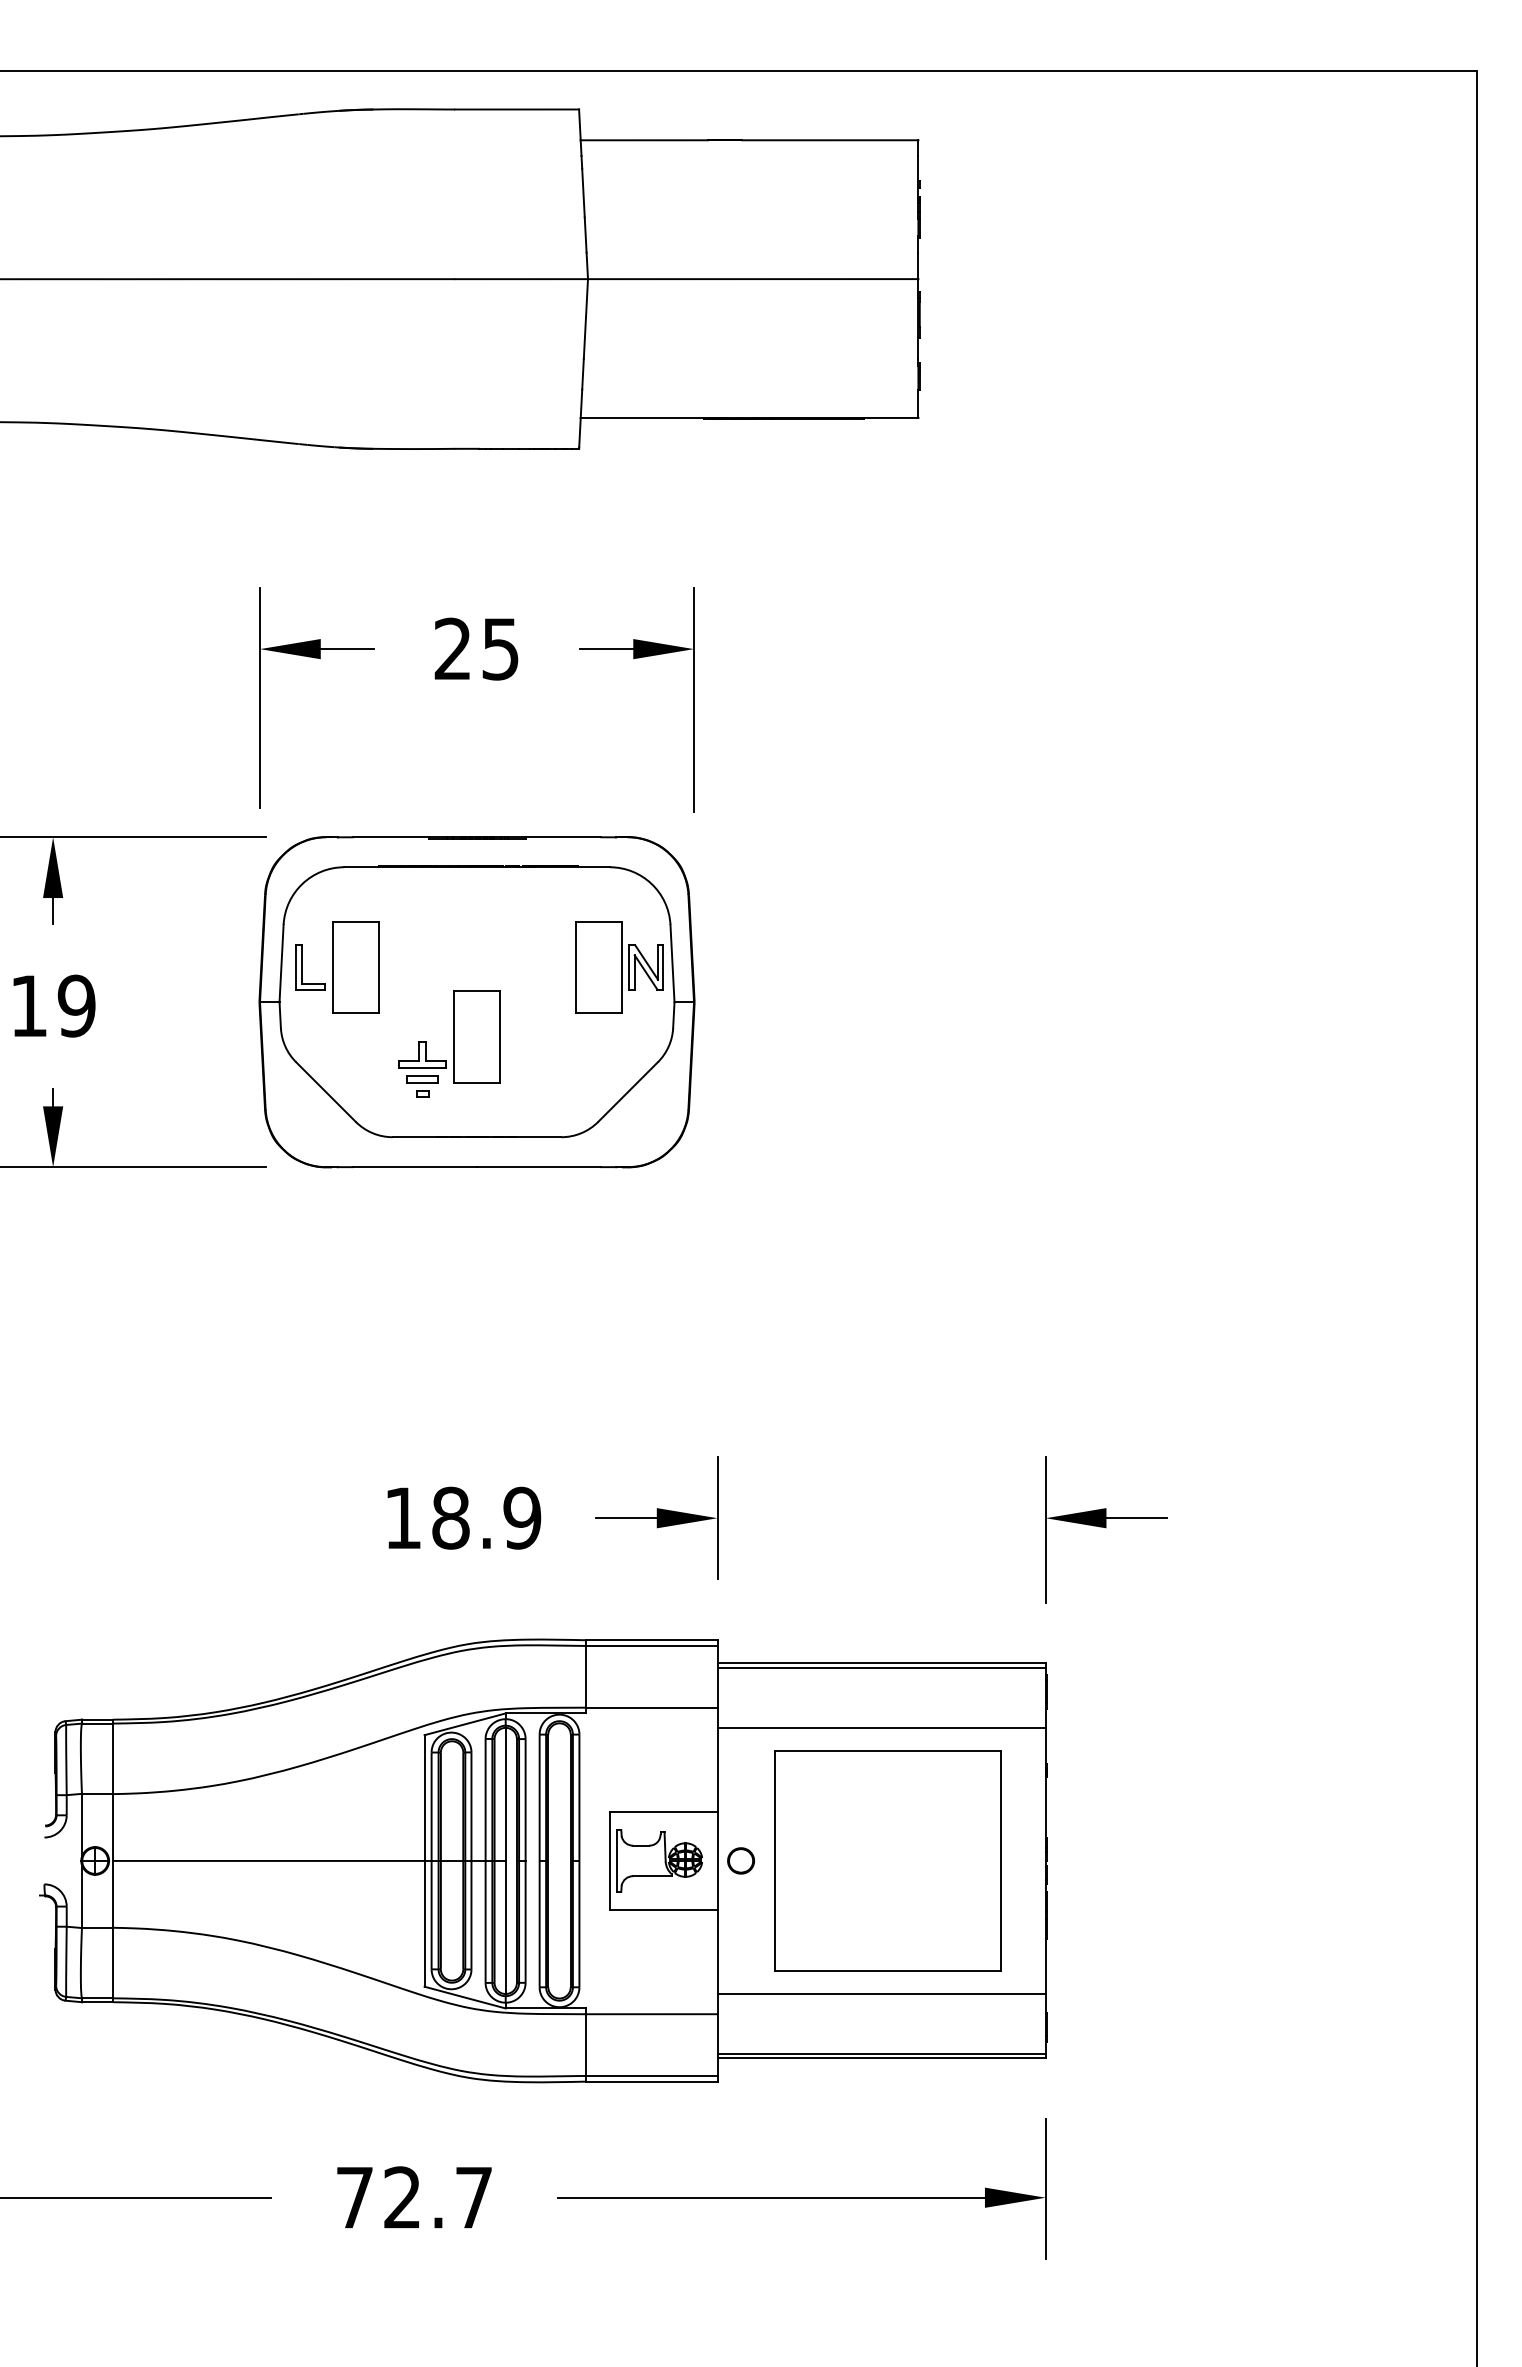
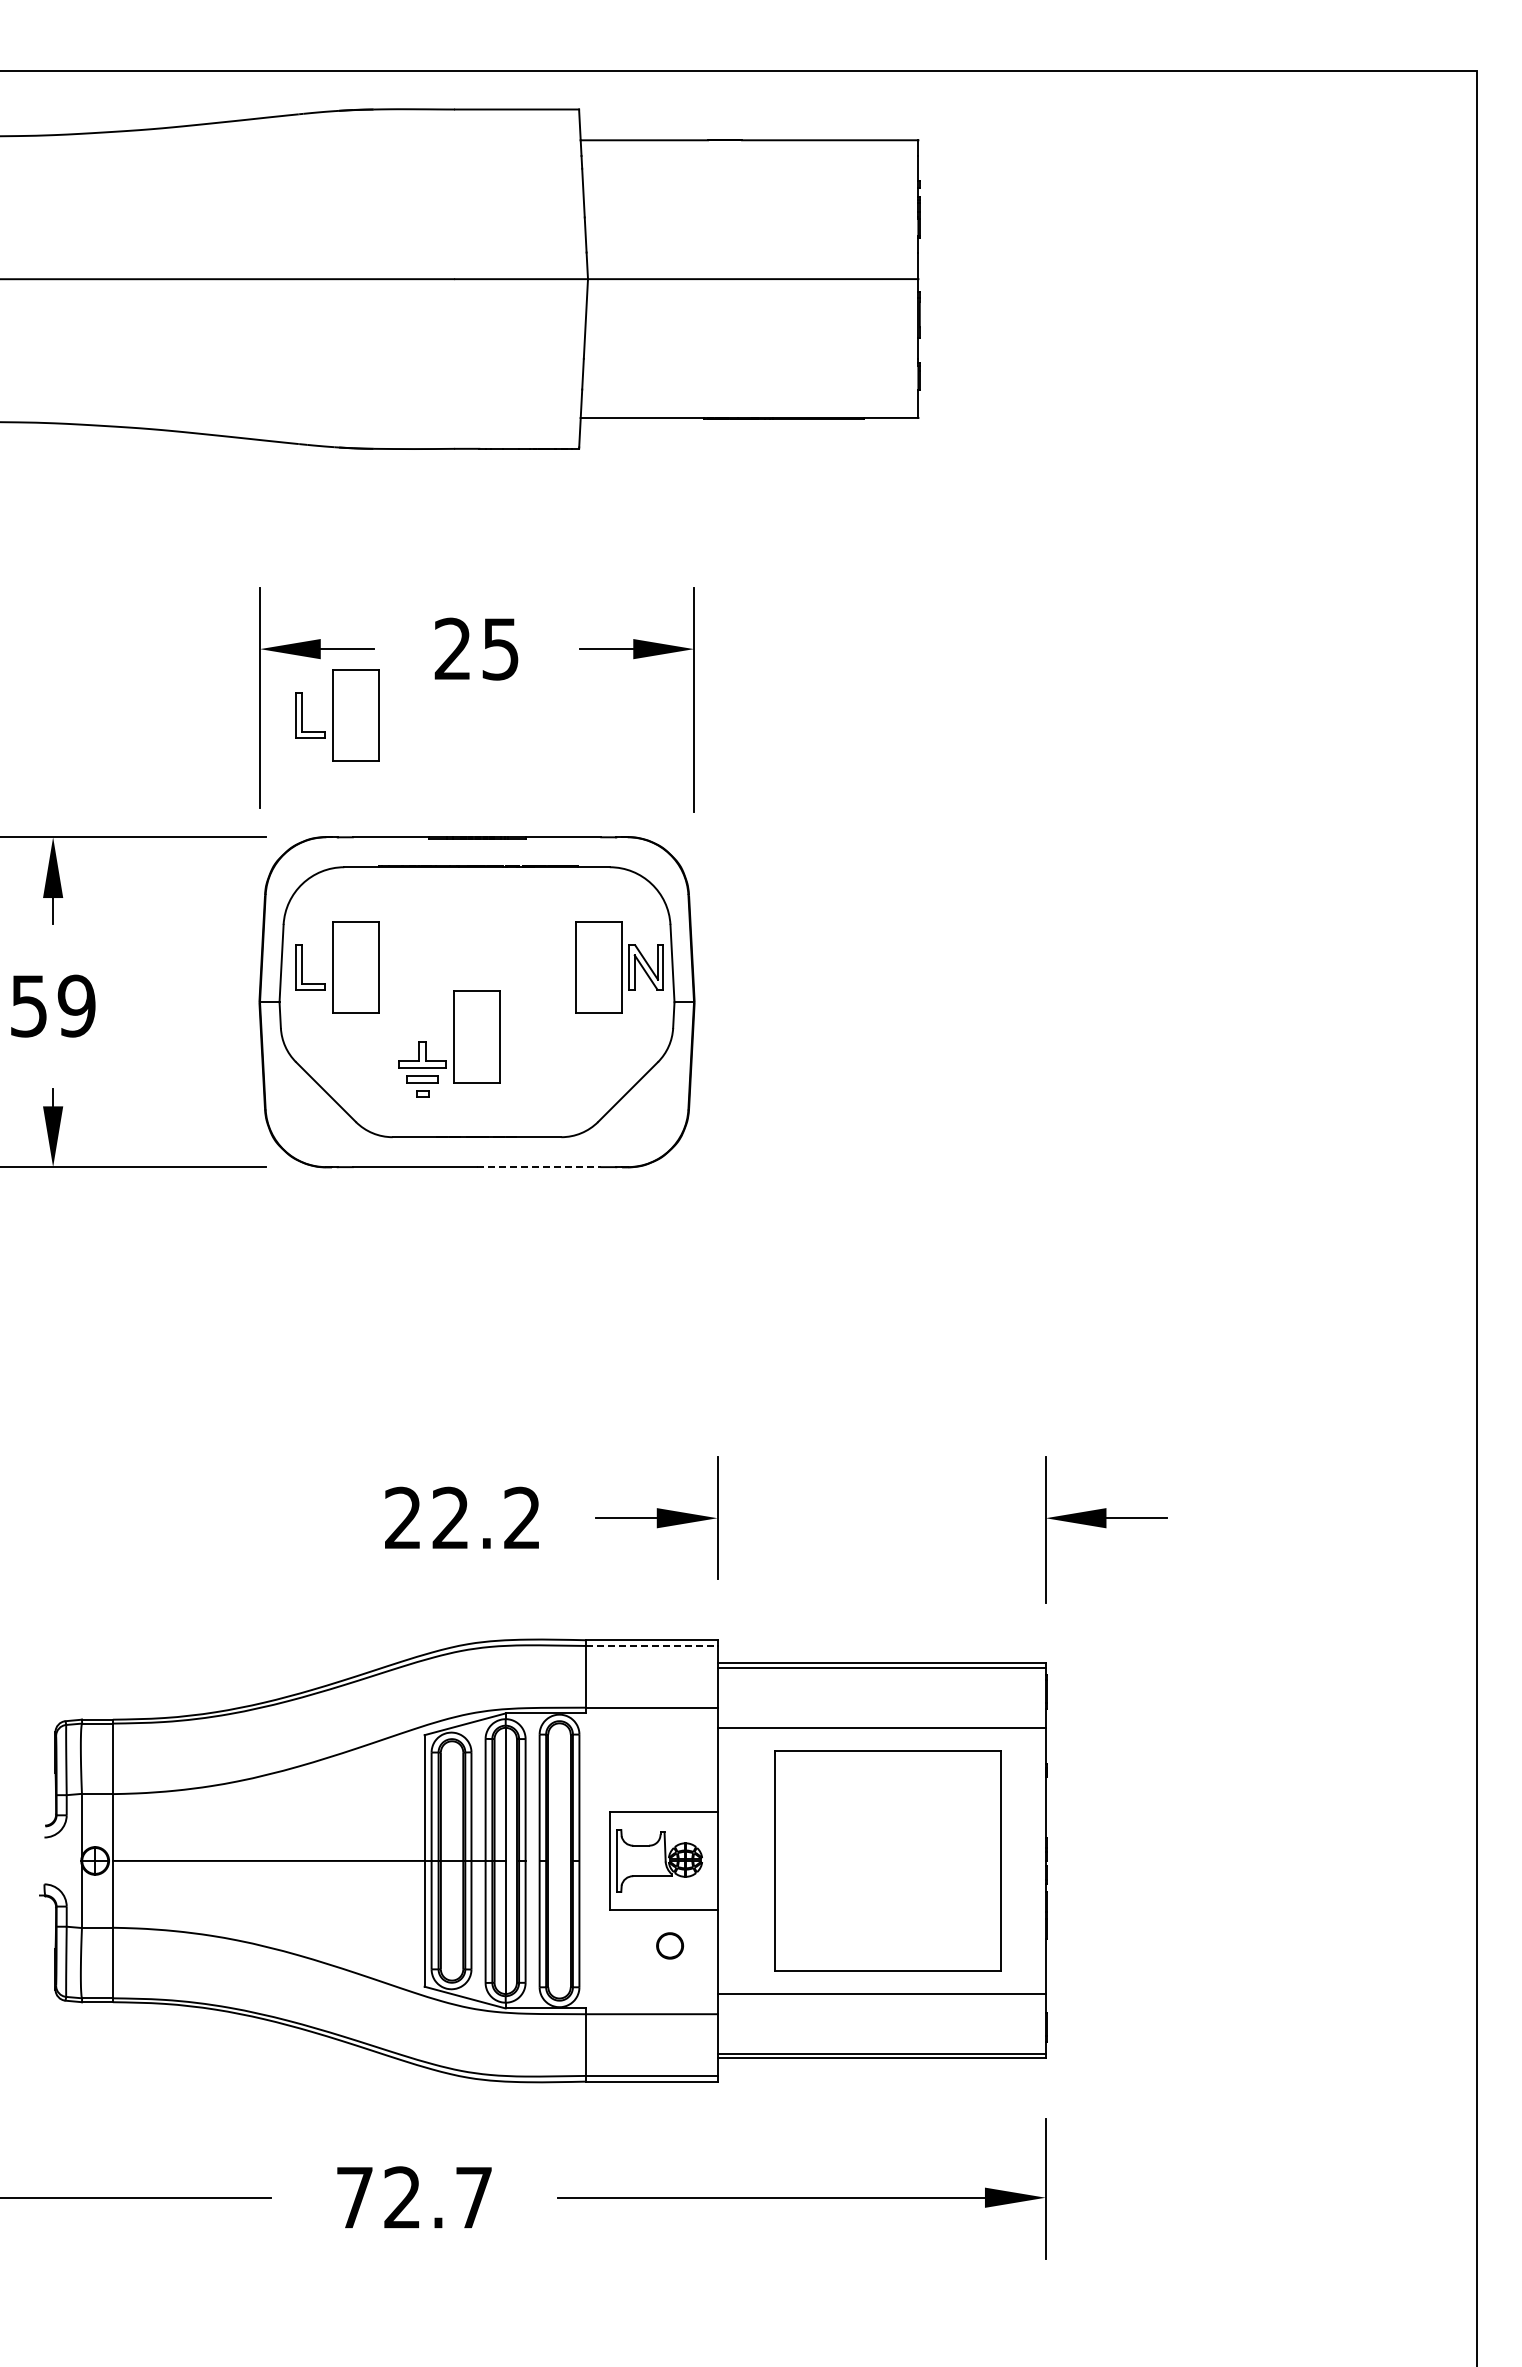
part at (337, 715): none -> present
text at (28, 1006): 19 -> 59
line at (539, 1167): solid -> dashed
text at (463, 1517): 18.9 -> 22.2
line at (651, 1645): solid -> dashed
part at (741, 1860) position: (741, 1860) -> (670, 1945)
